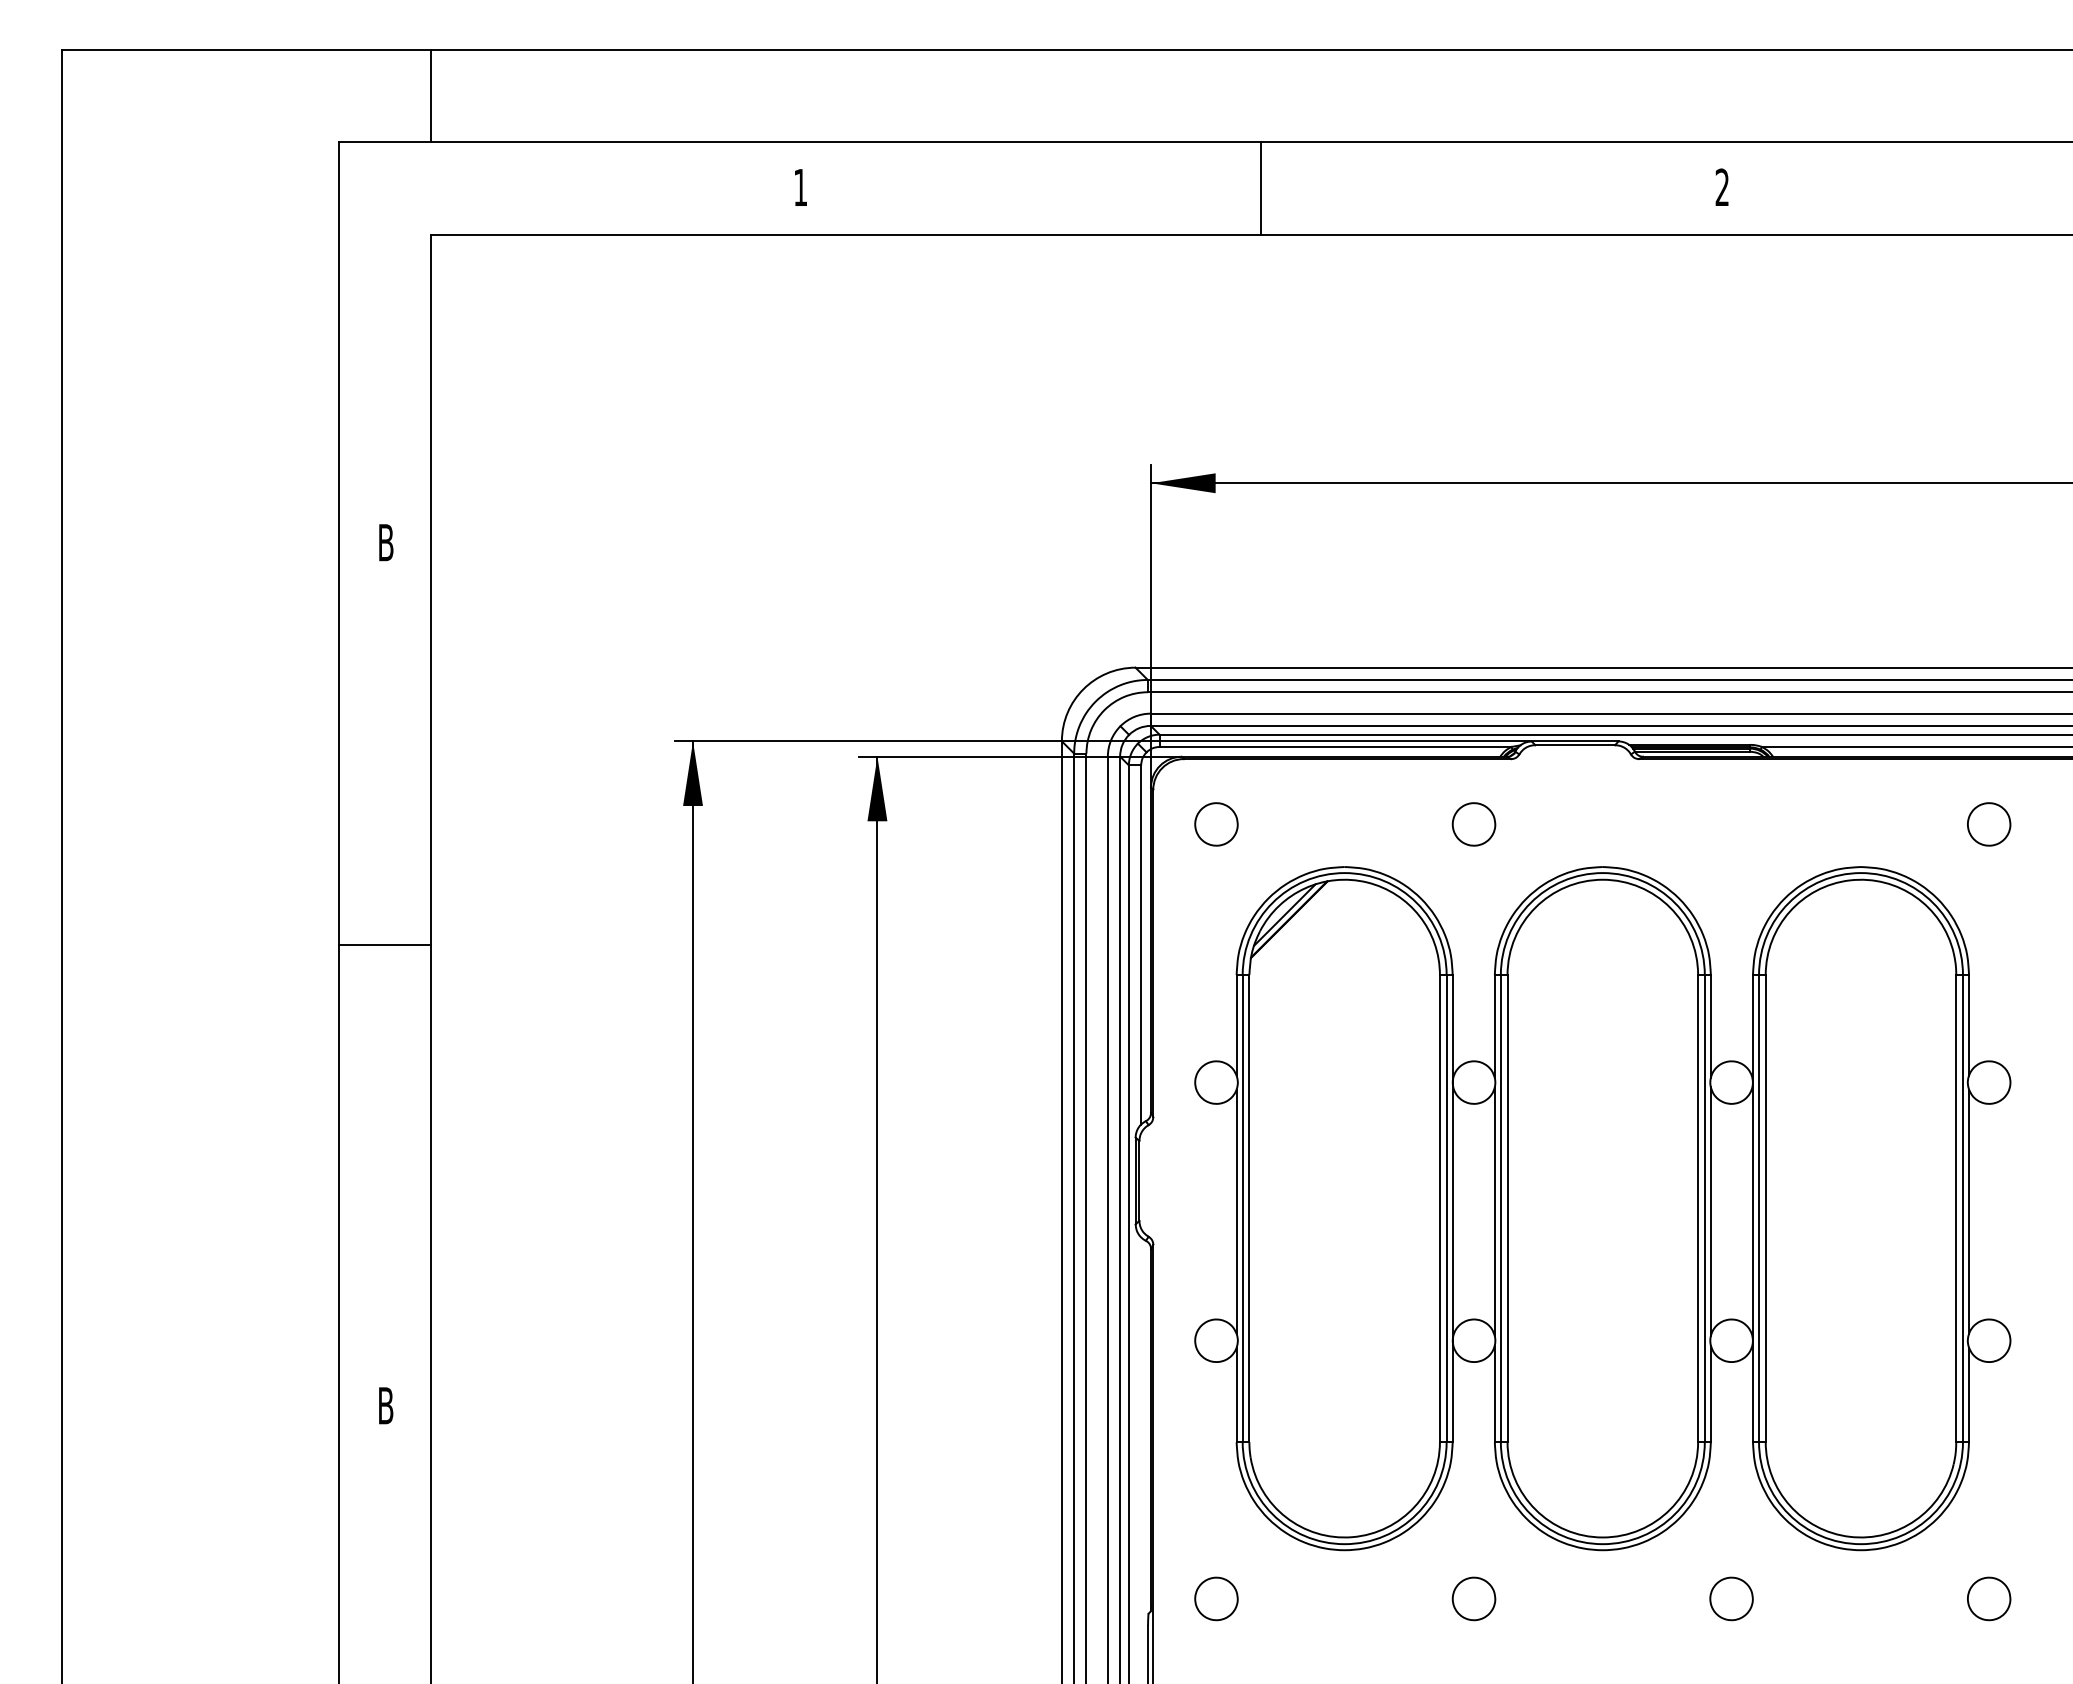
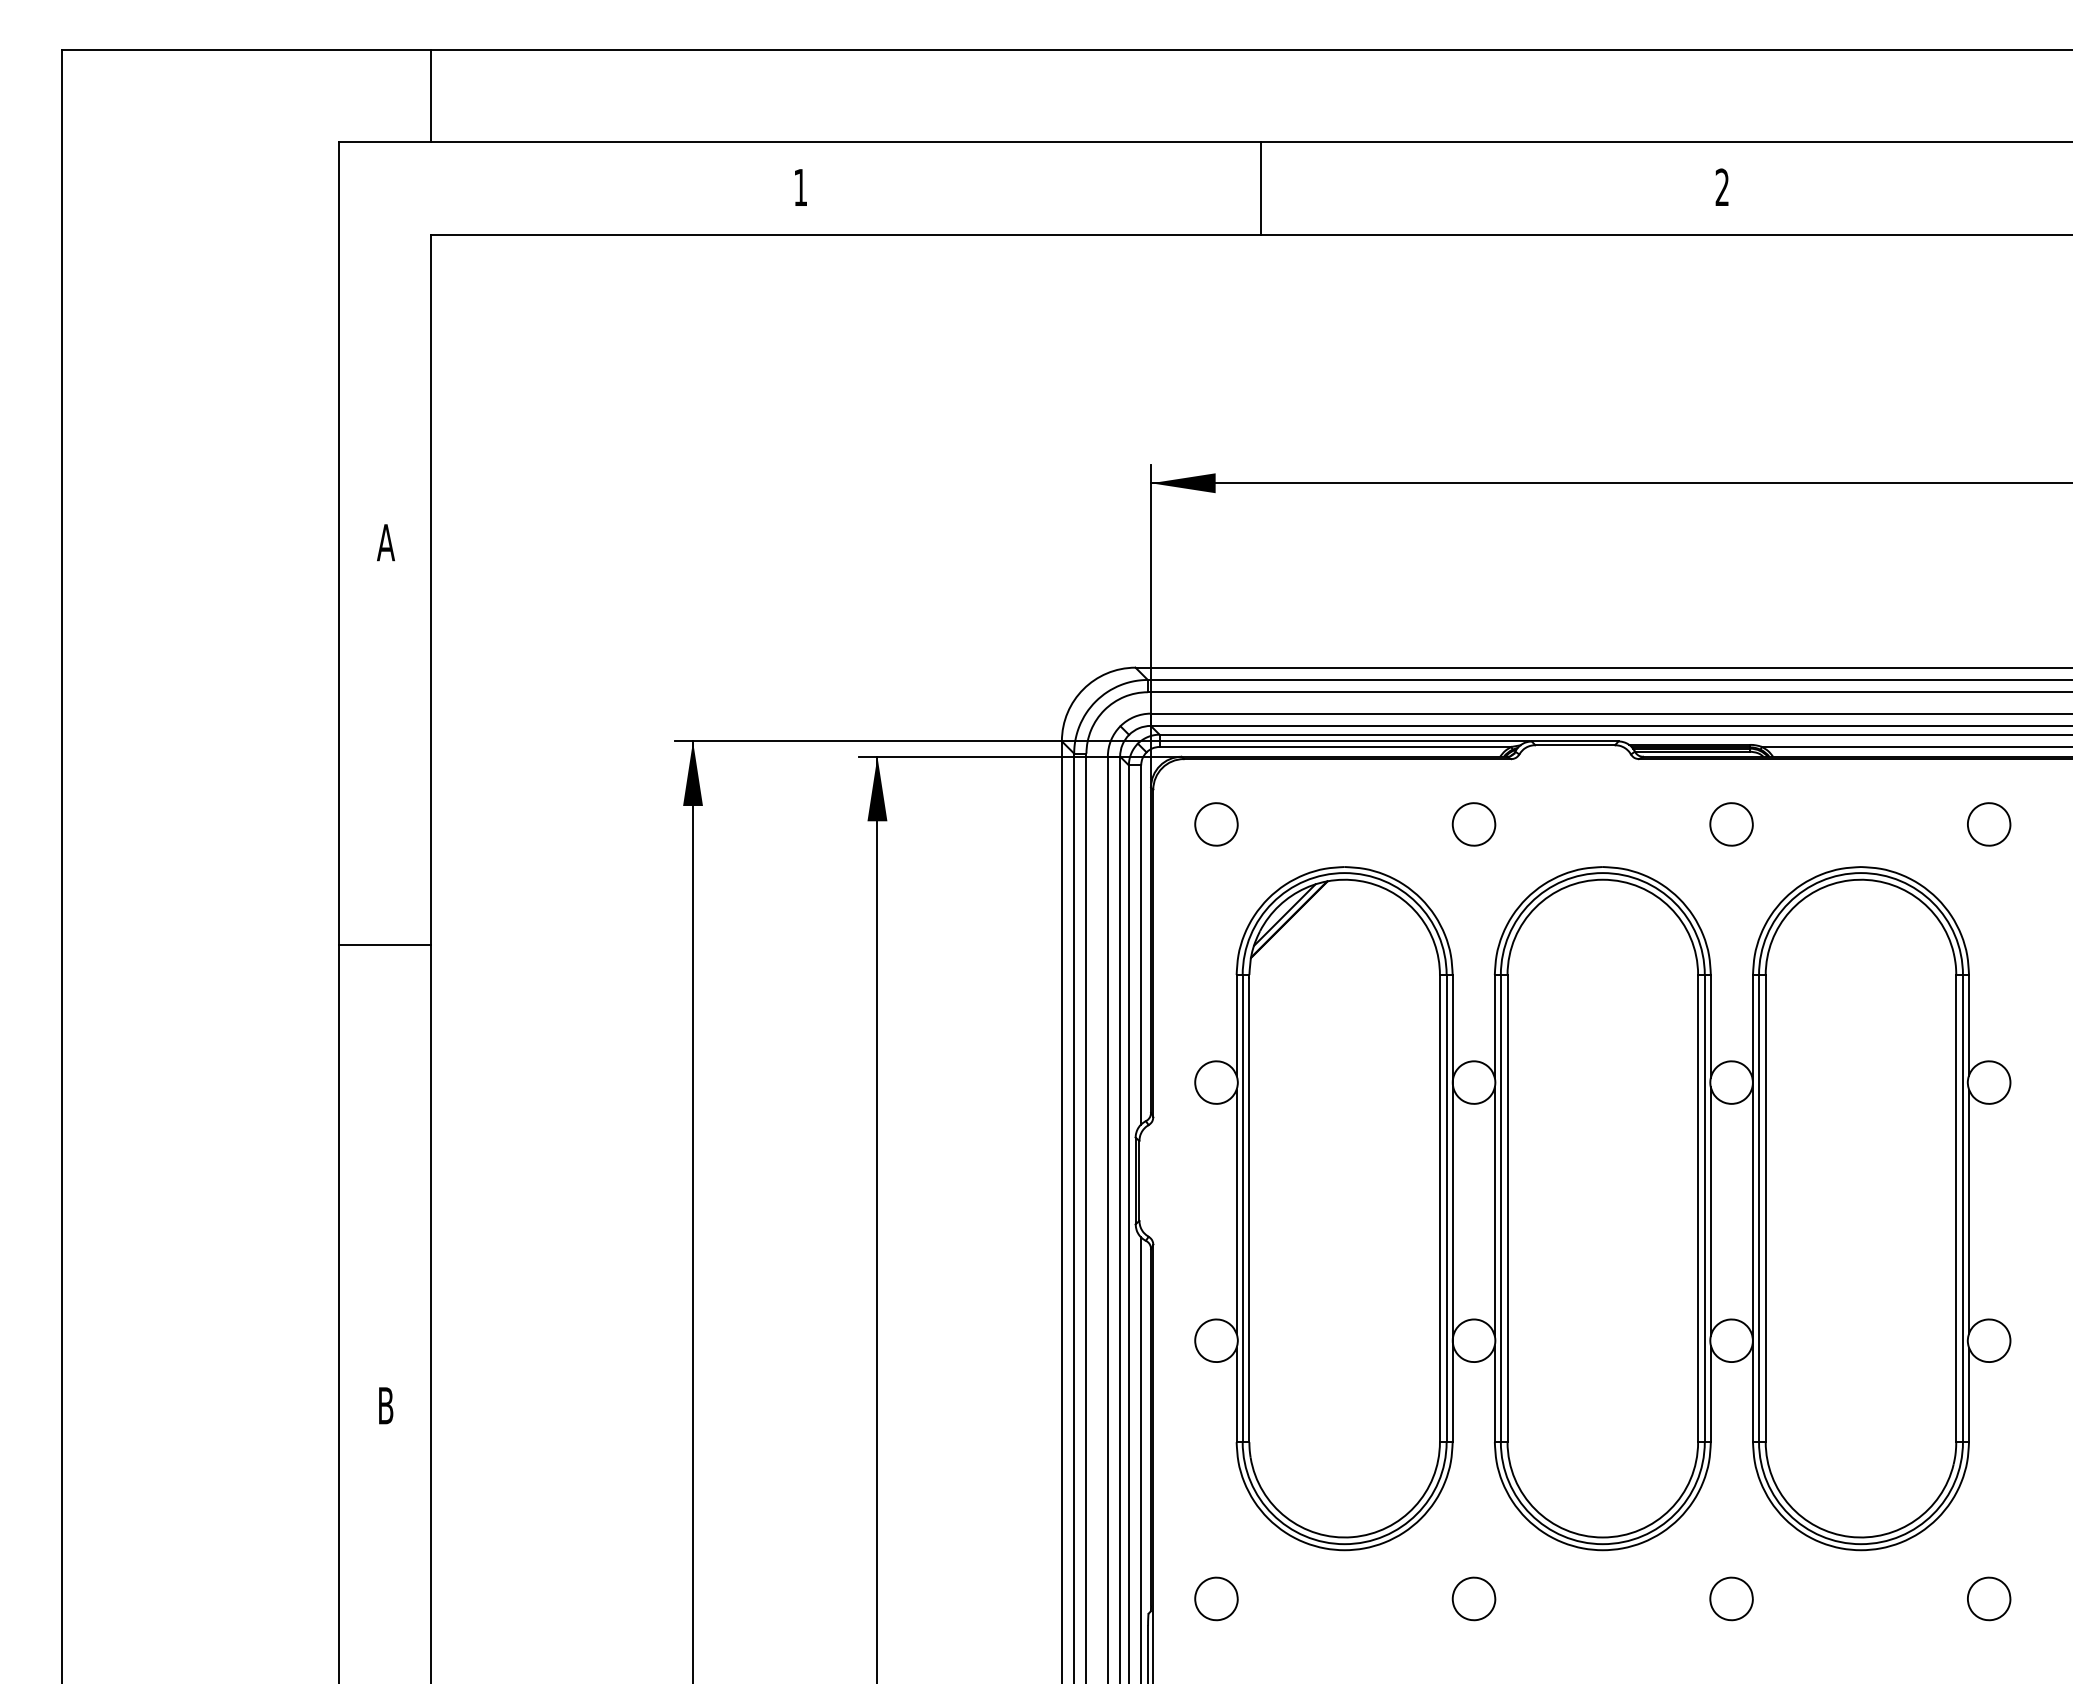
text at (385, 542): B -> A
part at (1731, 824): none -> present
line at (1141, 1458): none -> present
